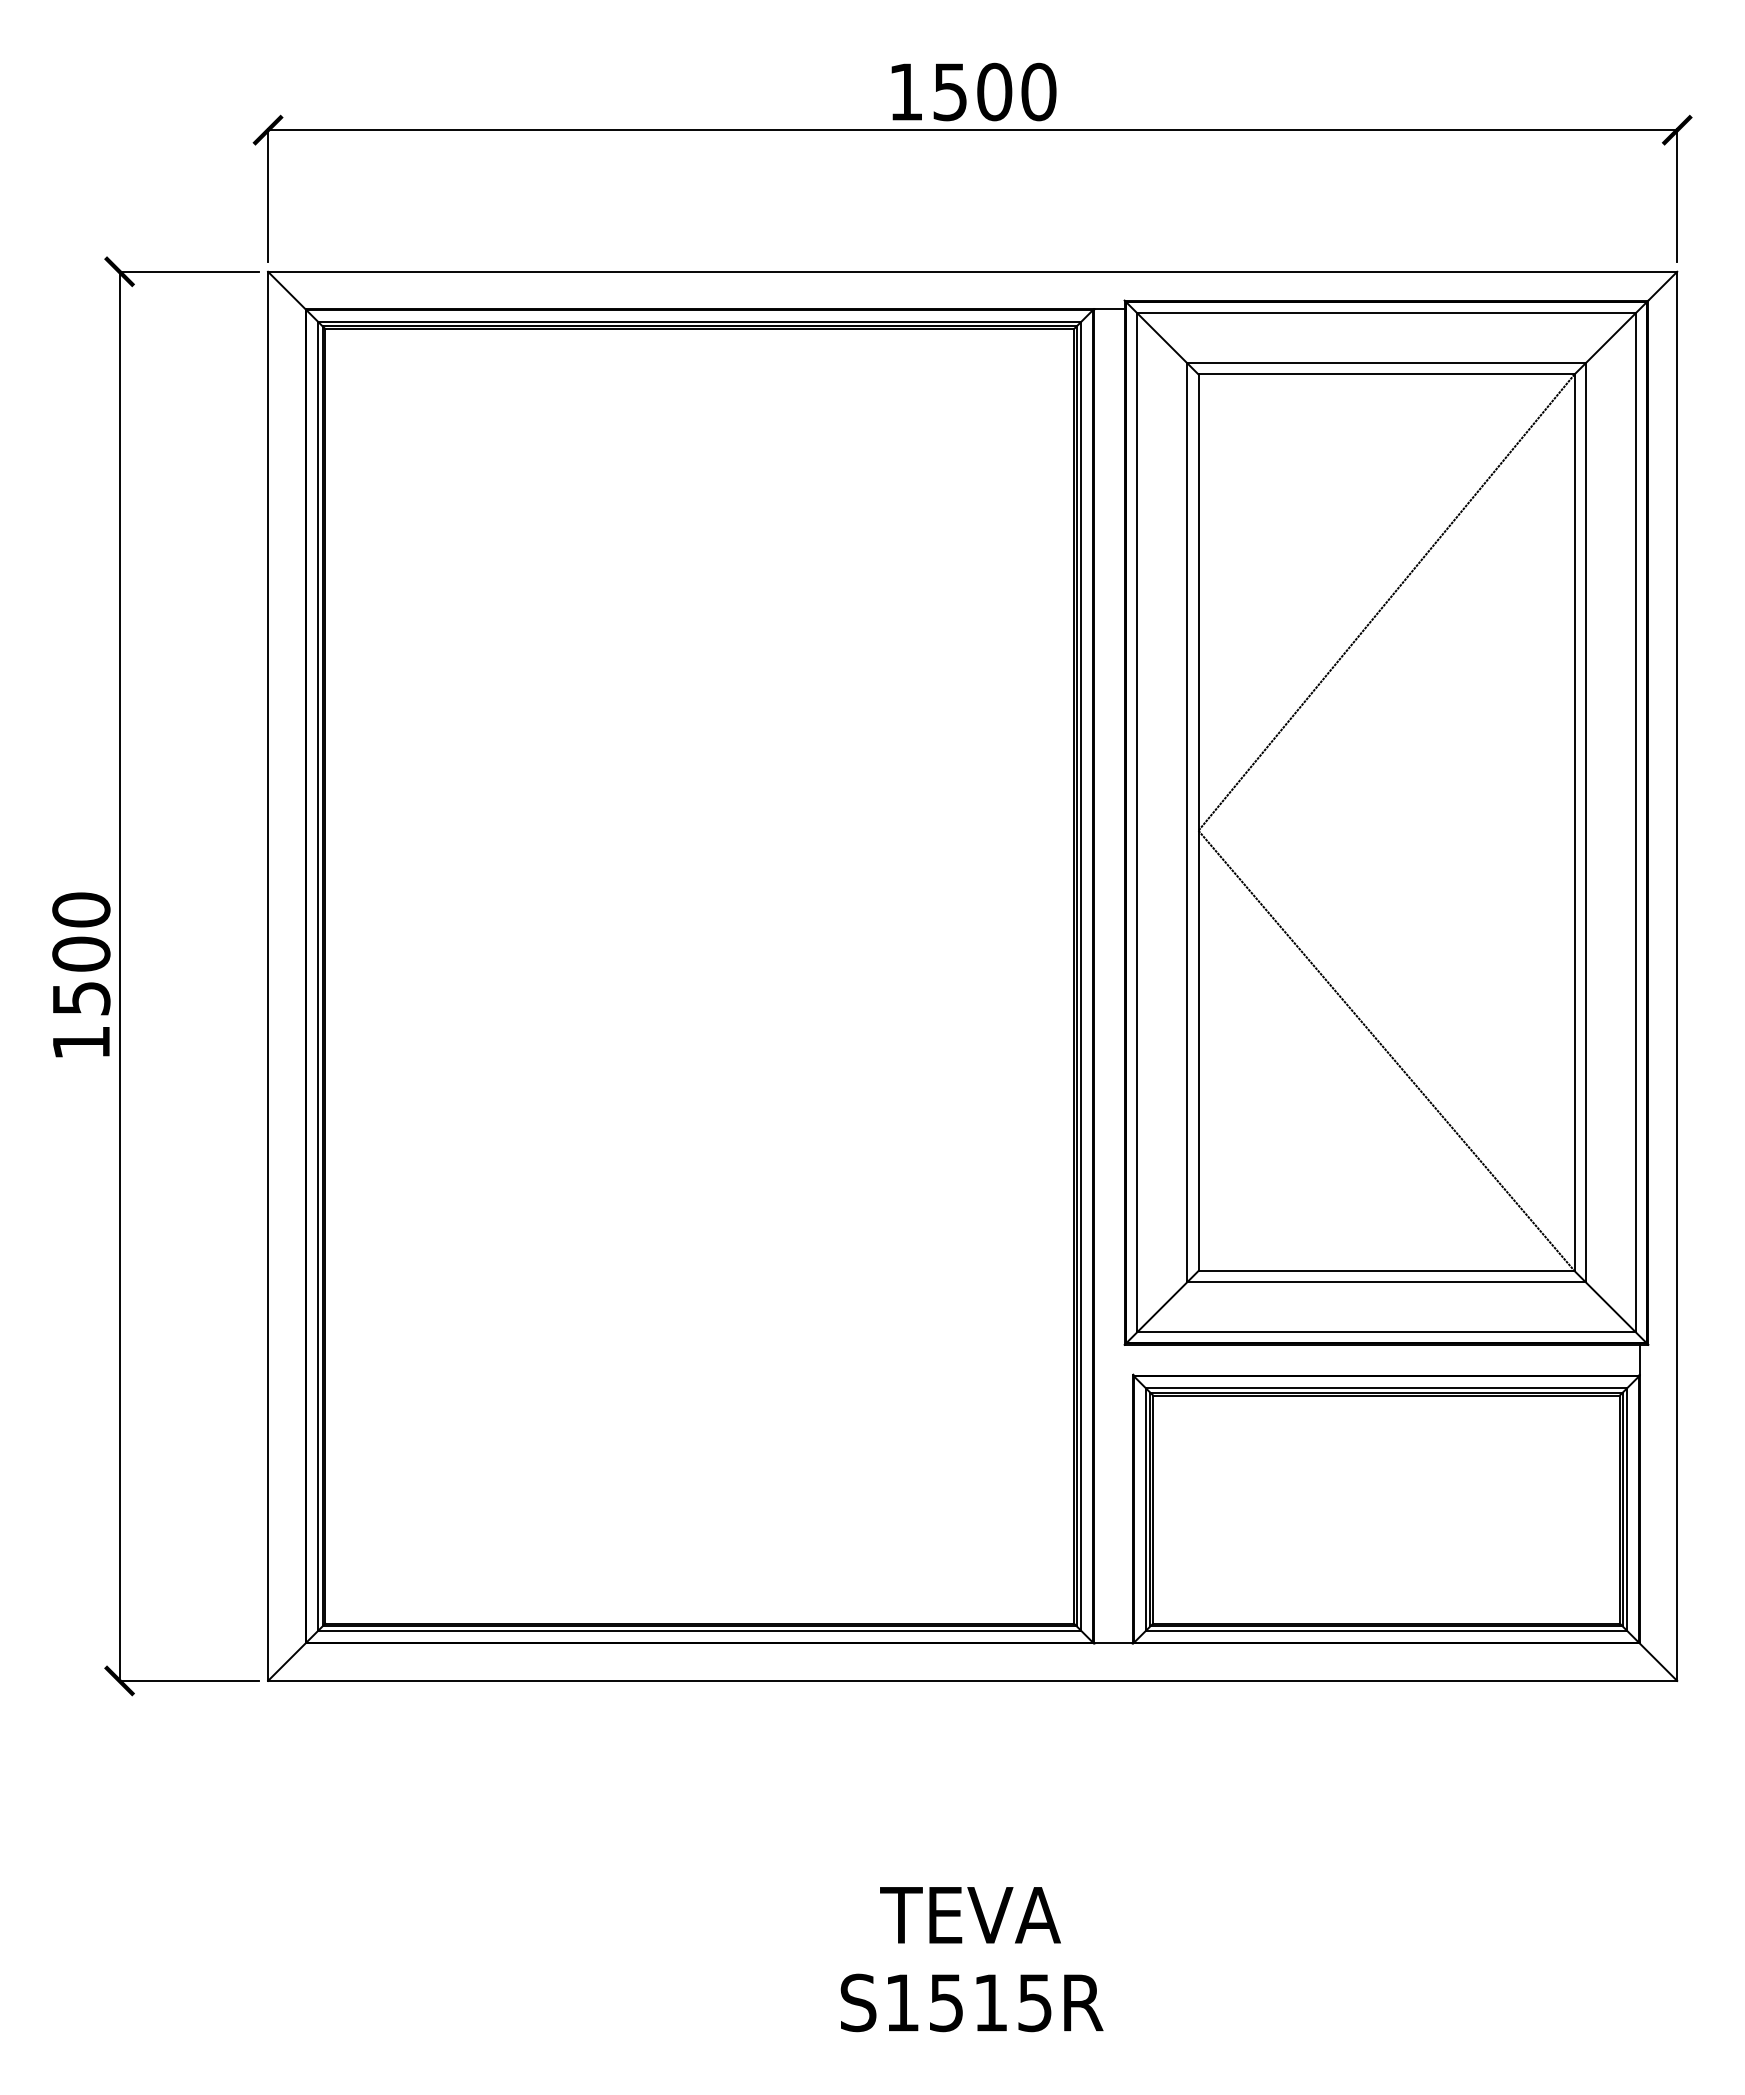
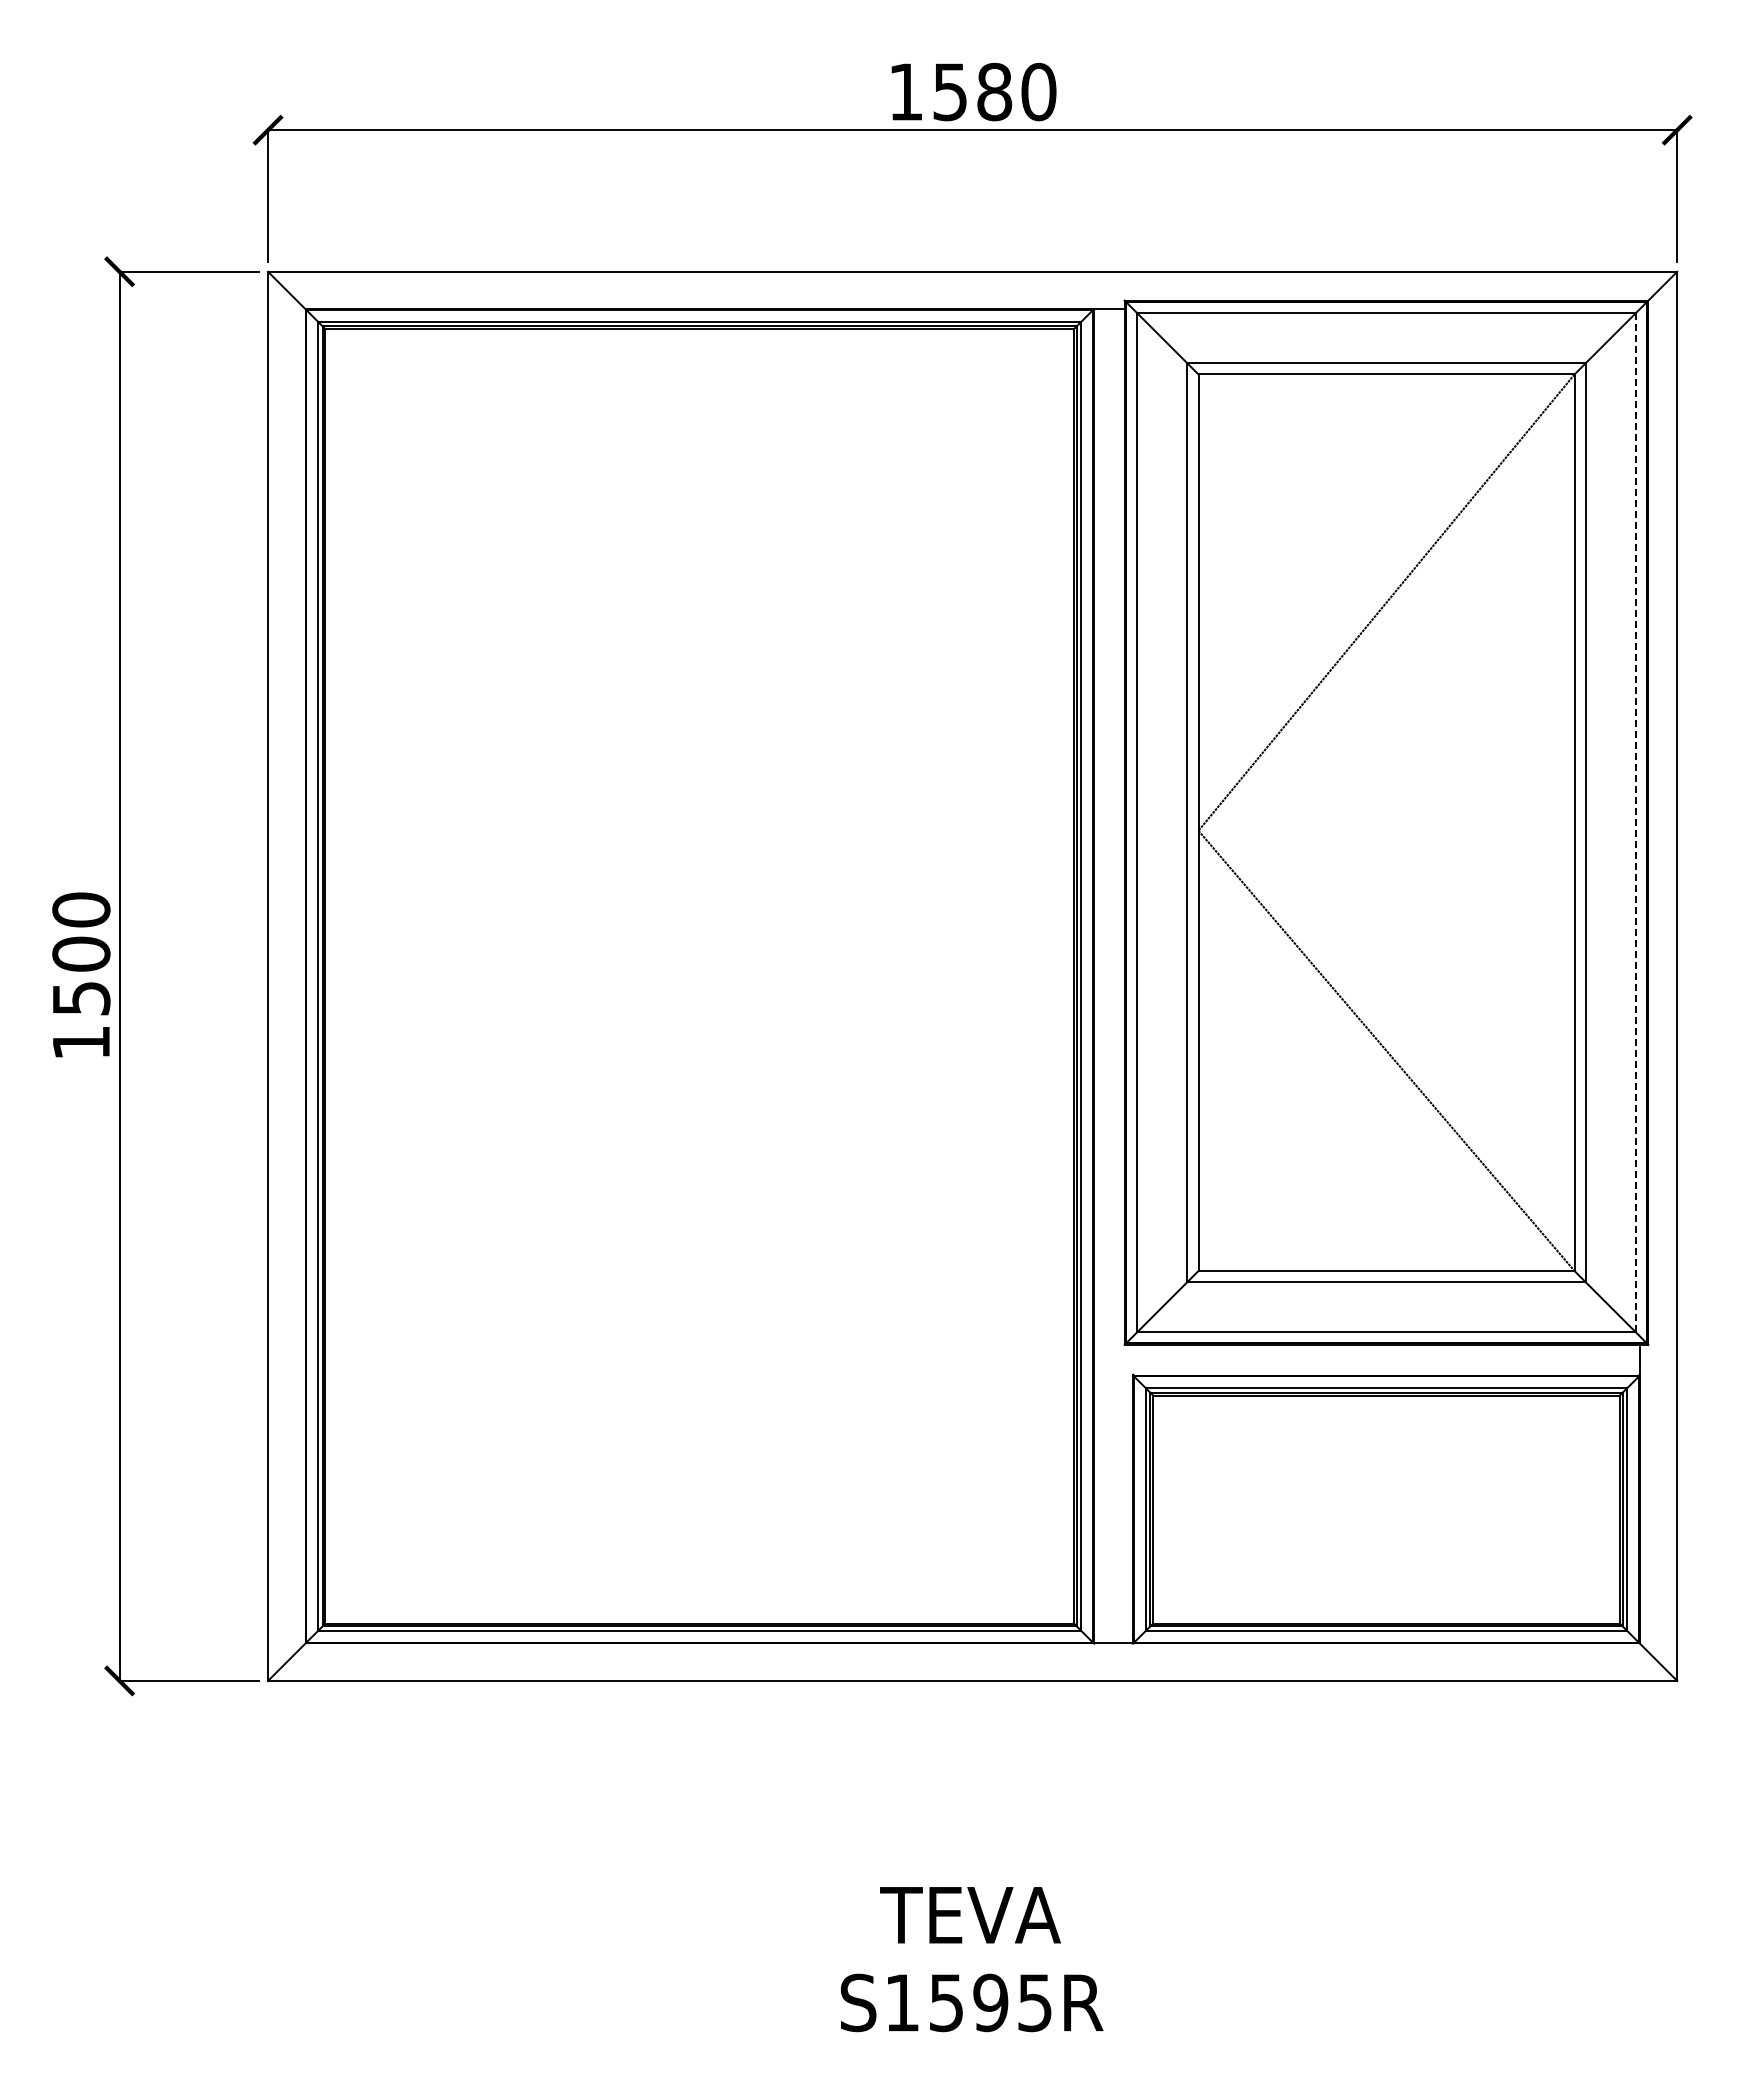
text at (994, 92): 1500 -> 1580
line at (1635, 822): solid -> dashed
text at (990, 2002): S1515R -> S1595R
